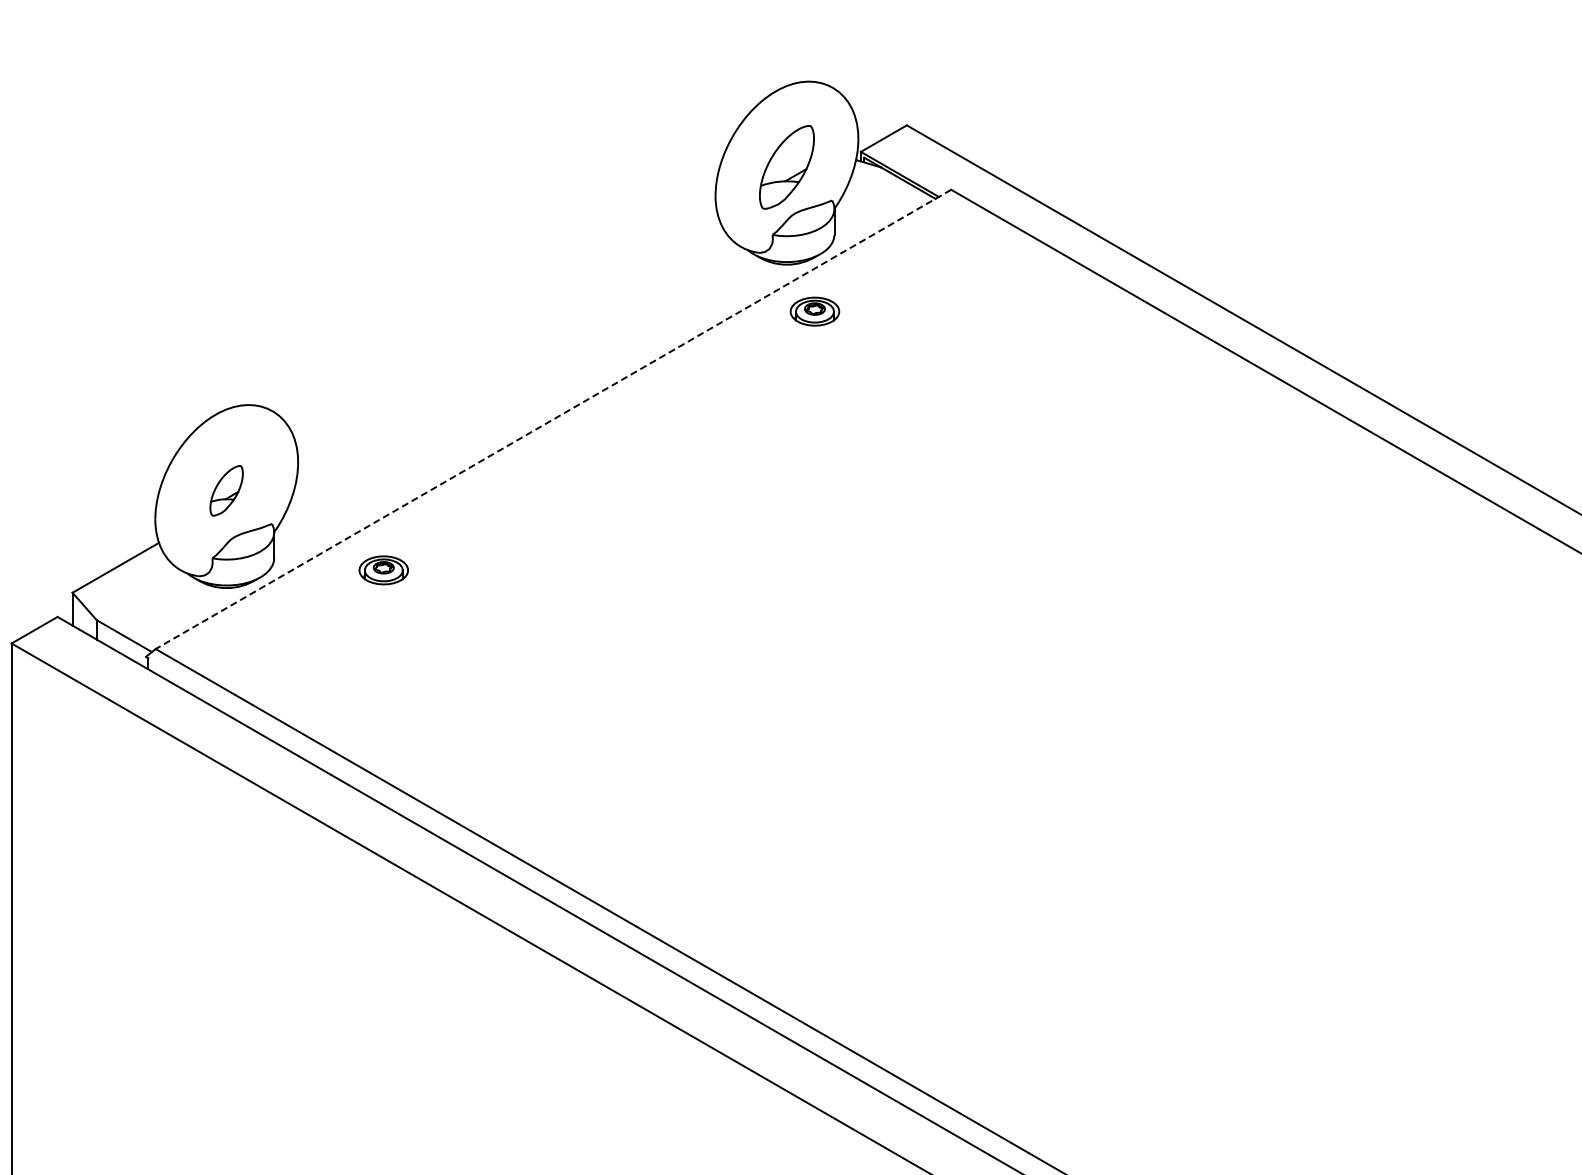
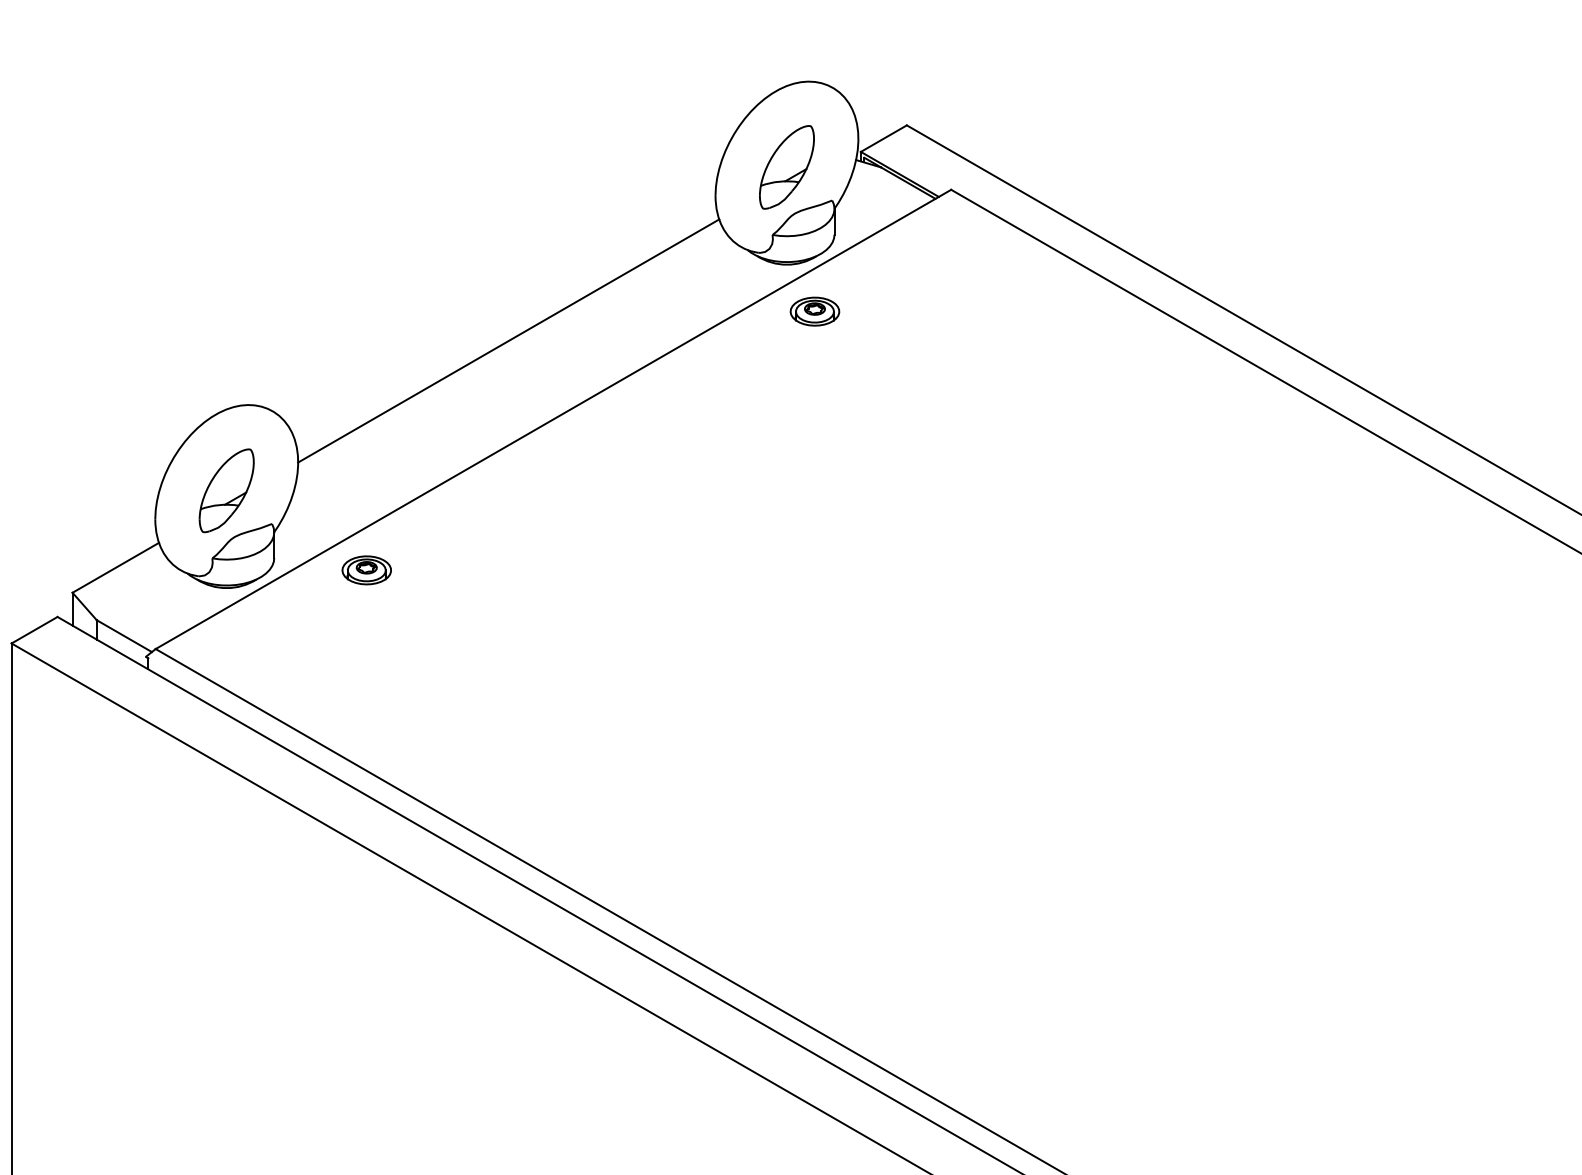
line at (508, 340): none -> present
line at (553, 419): dashed -> solid
part at (226, 490) size: 35x52 px -> 57x86 px
part at (383, 570) position: (383, 570) -> (366, 570)
